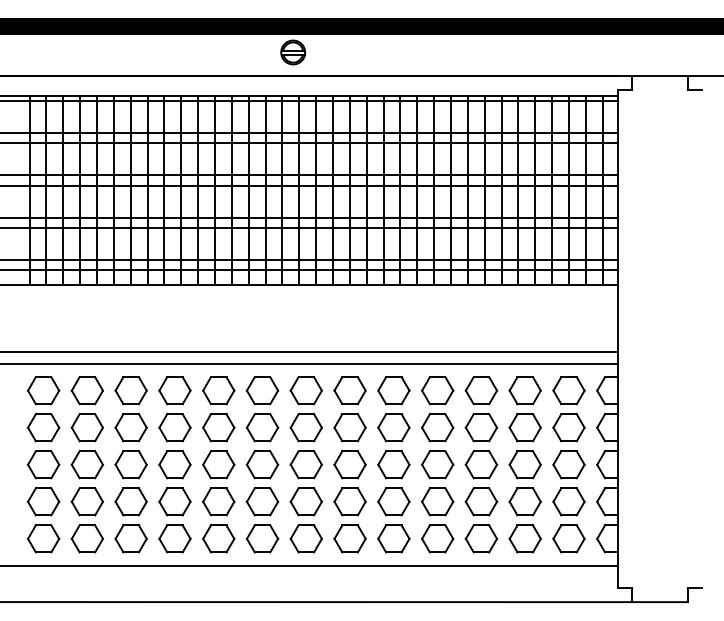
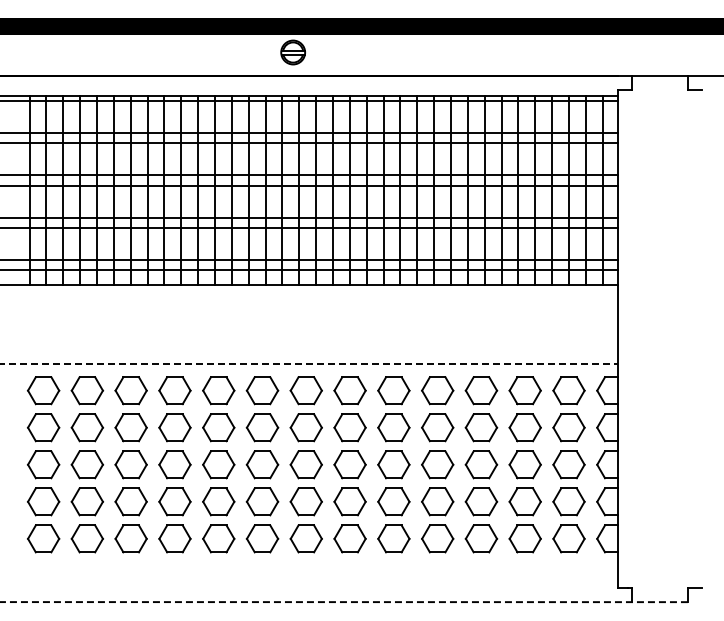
line at (309, 352): present -> none
line at (309, 363): solid -> dashed
line at (309, 565): present -> none
line at (343, 602): solid -> dashed
